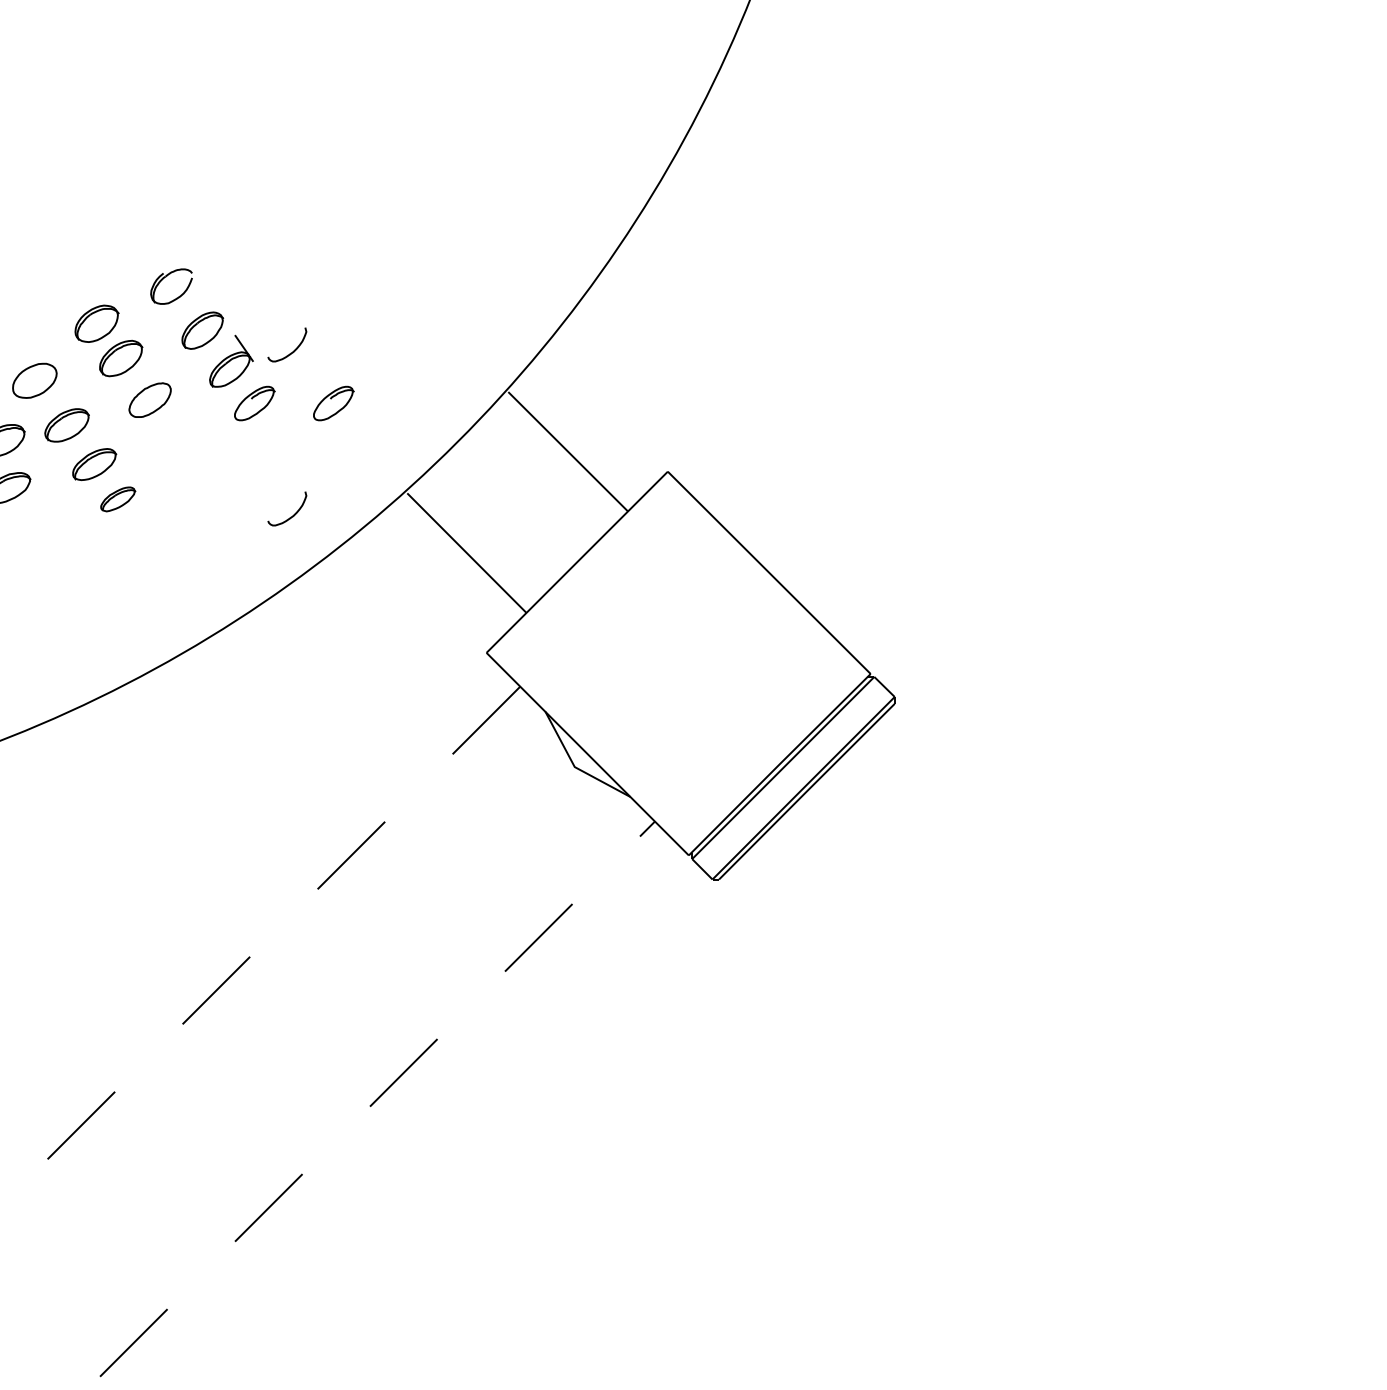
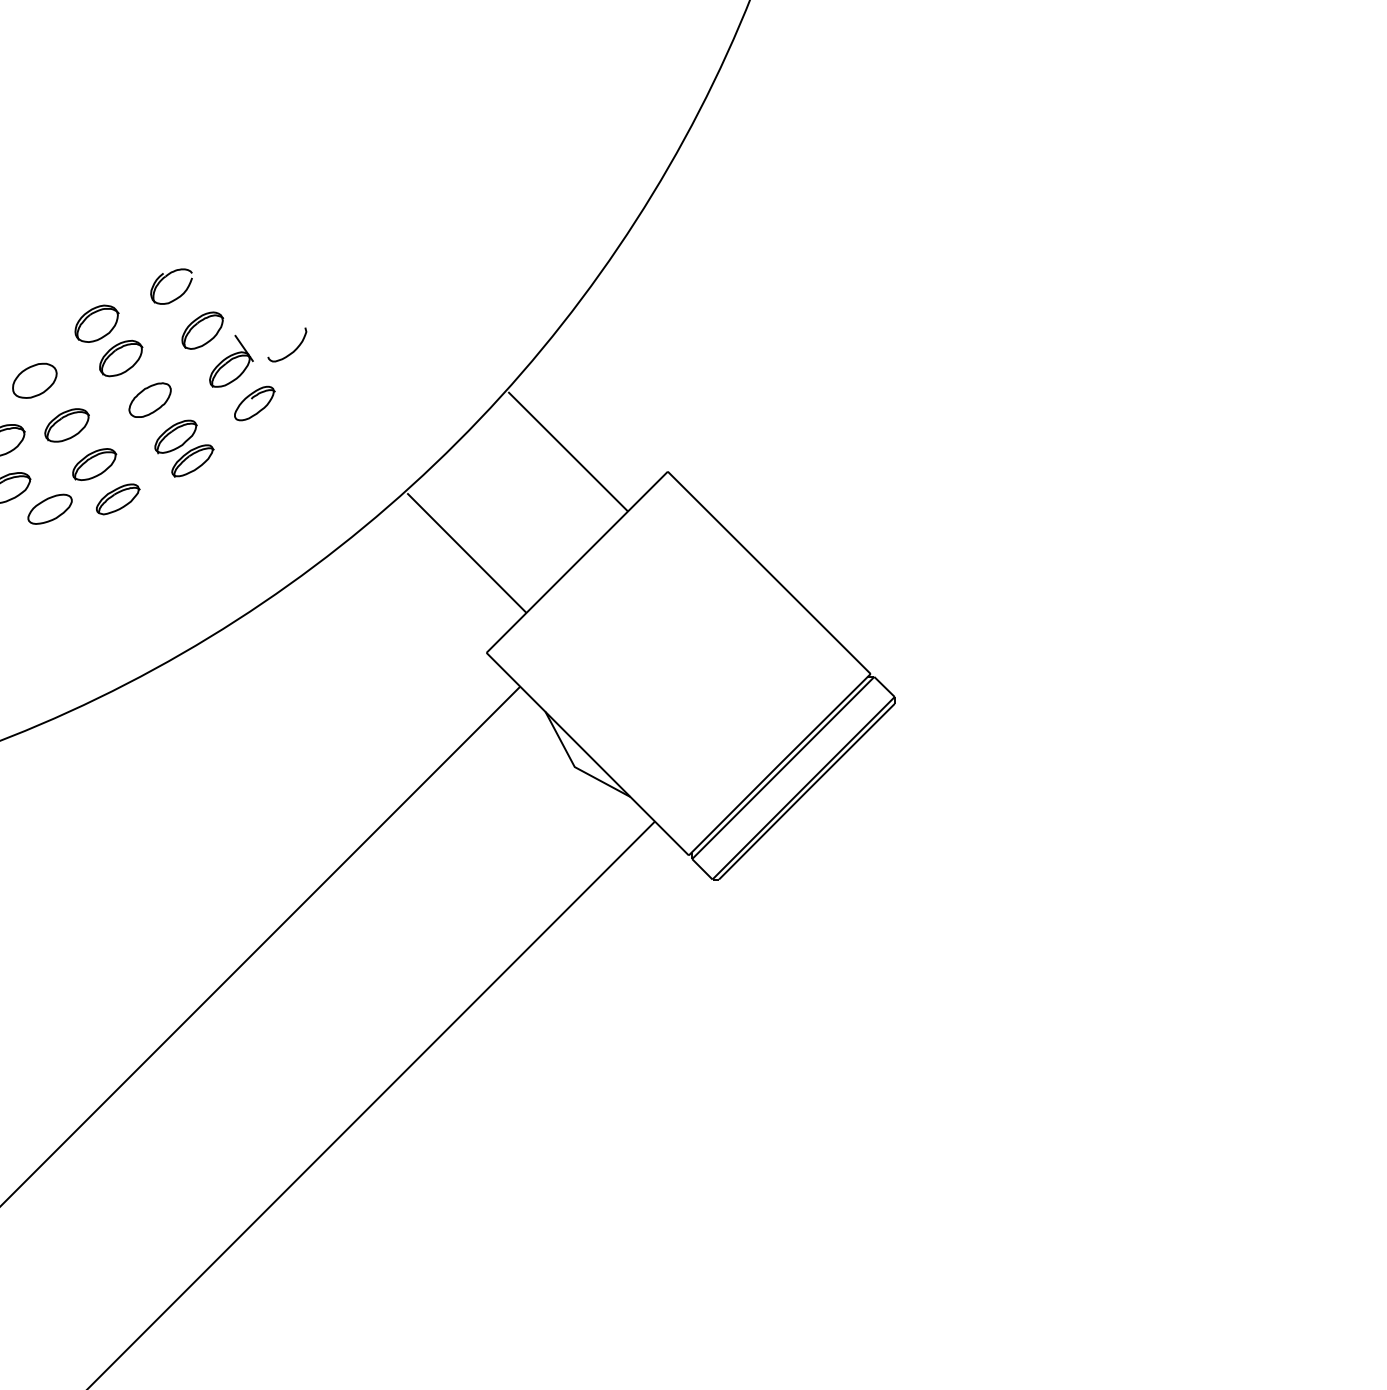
part at (333, 403): present -> none
part at (184, 448): none -> present
part at (118, 499) size: 37x27 px -> 45x33 px
part at (49, 508): none -> present
curve at (293, 514): present -> none
line at (260, 946): dashed -> solid
line at (371, 1105): dashed -> solid
